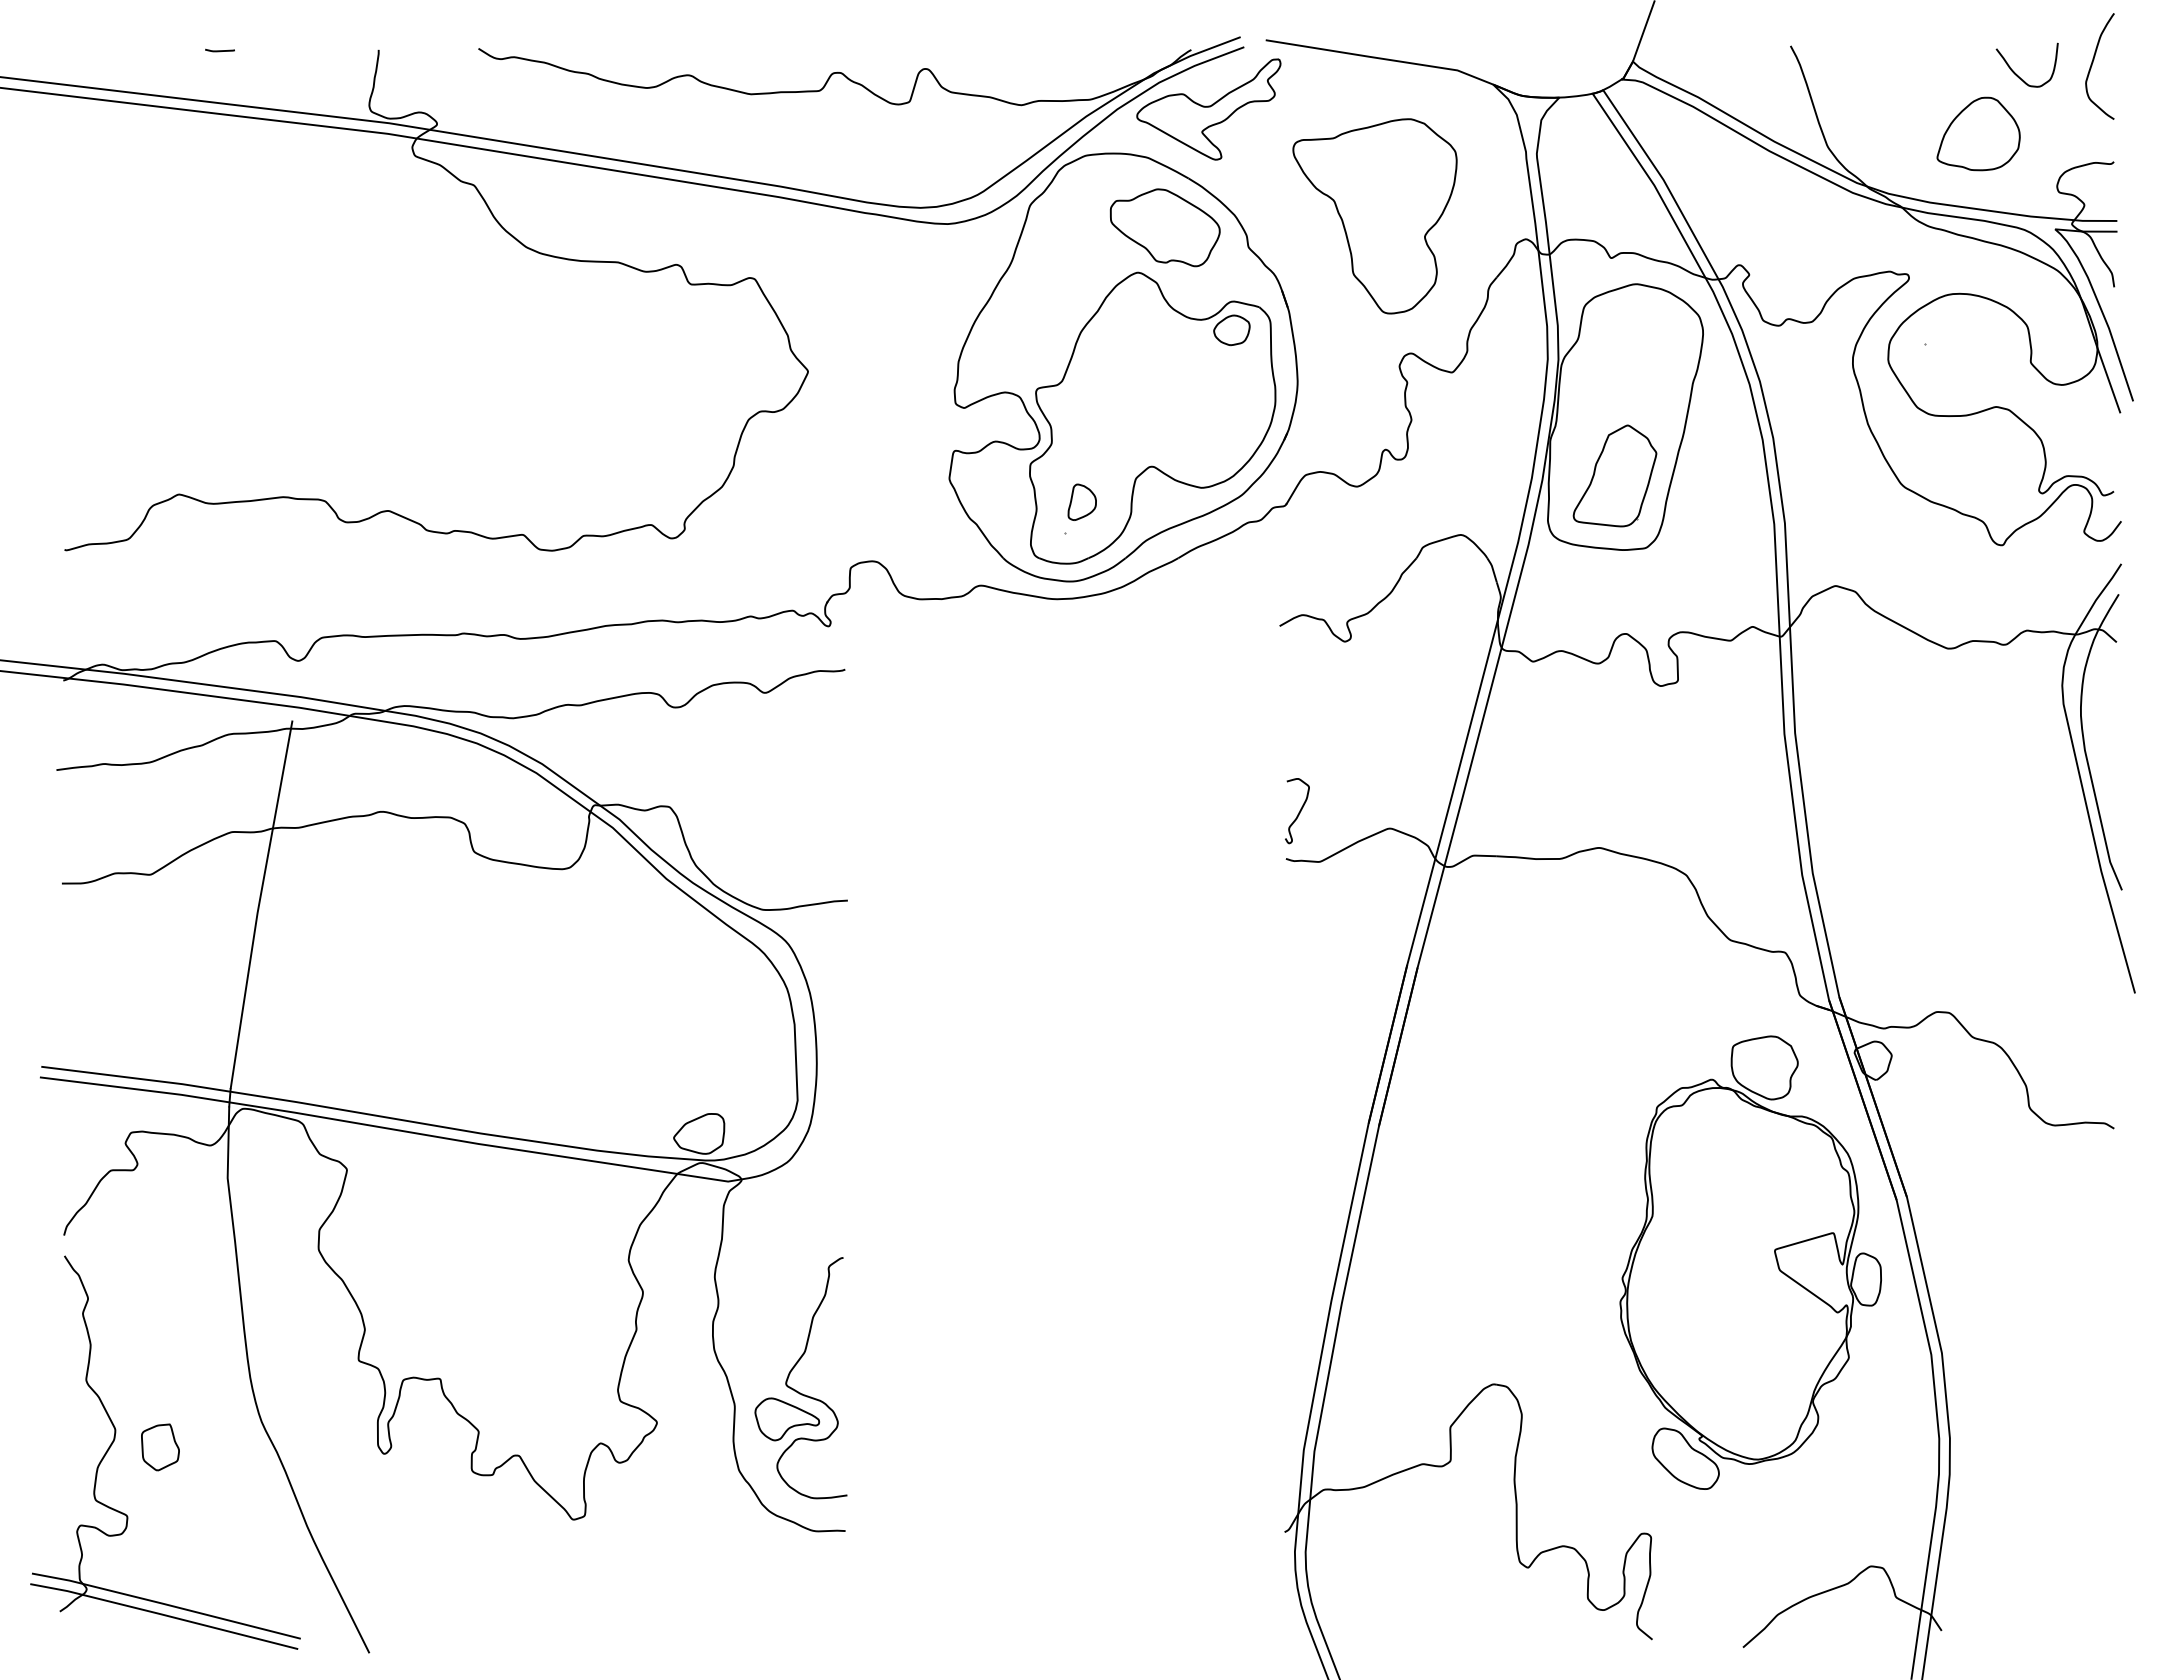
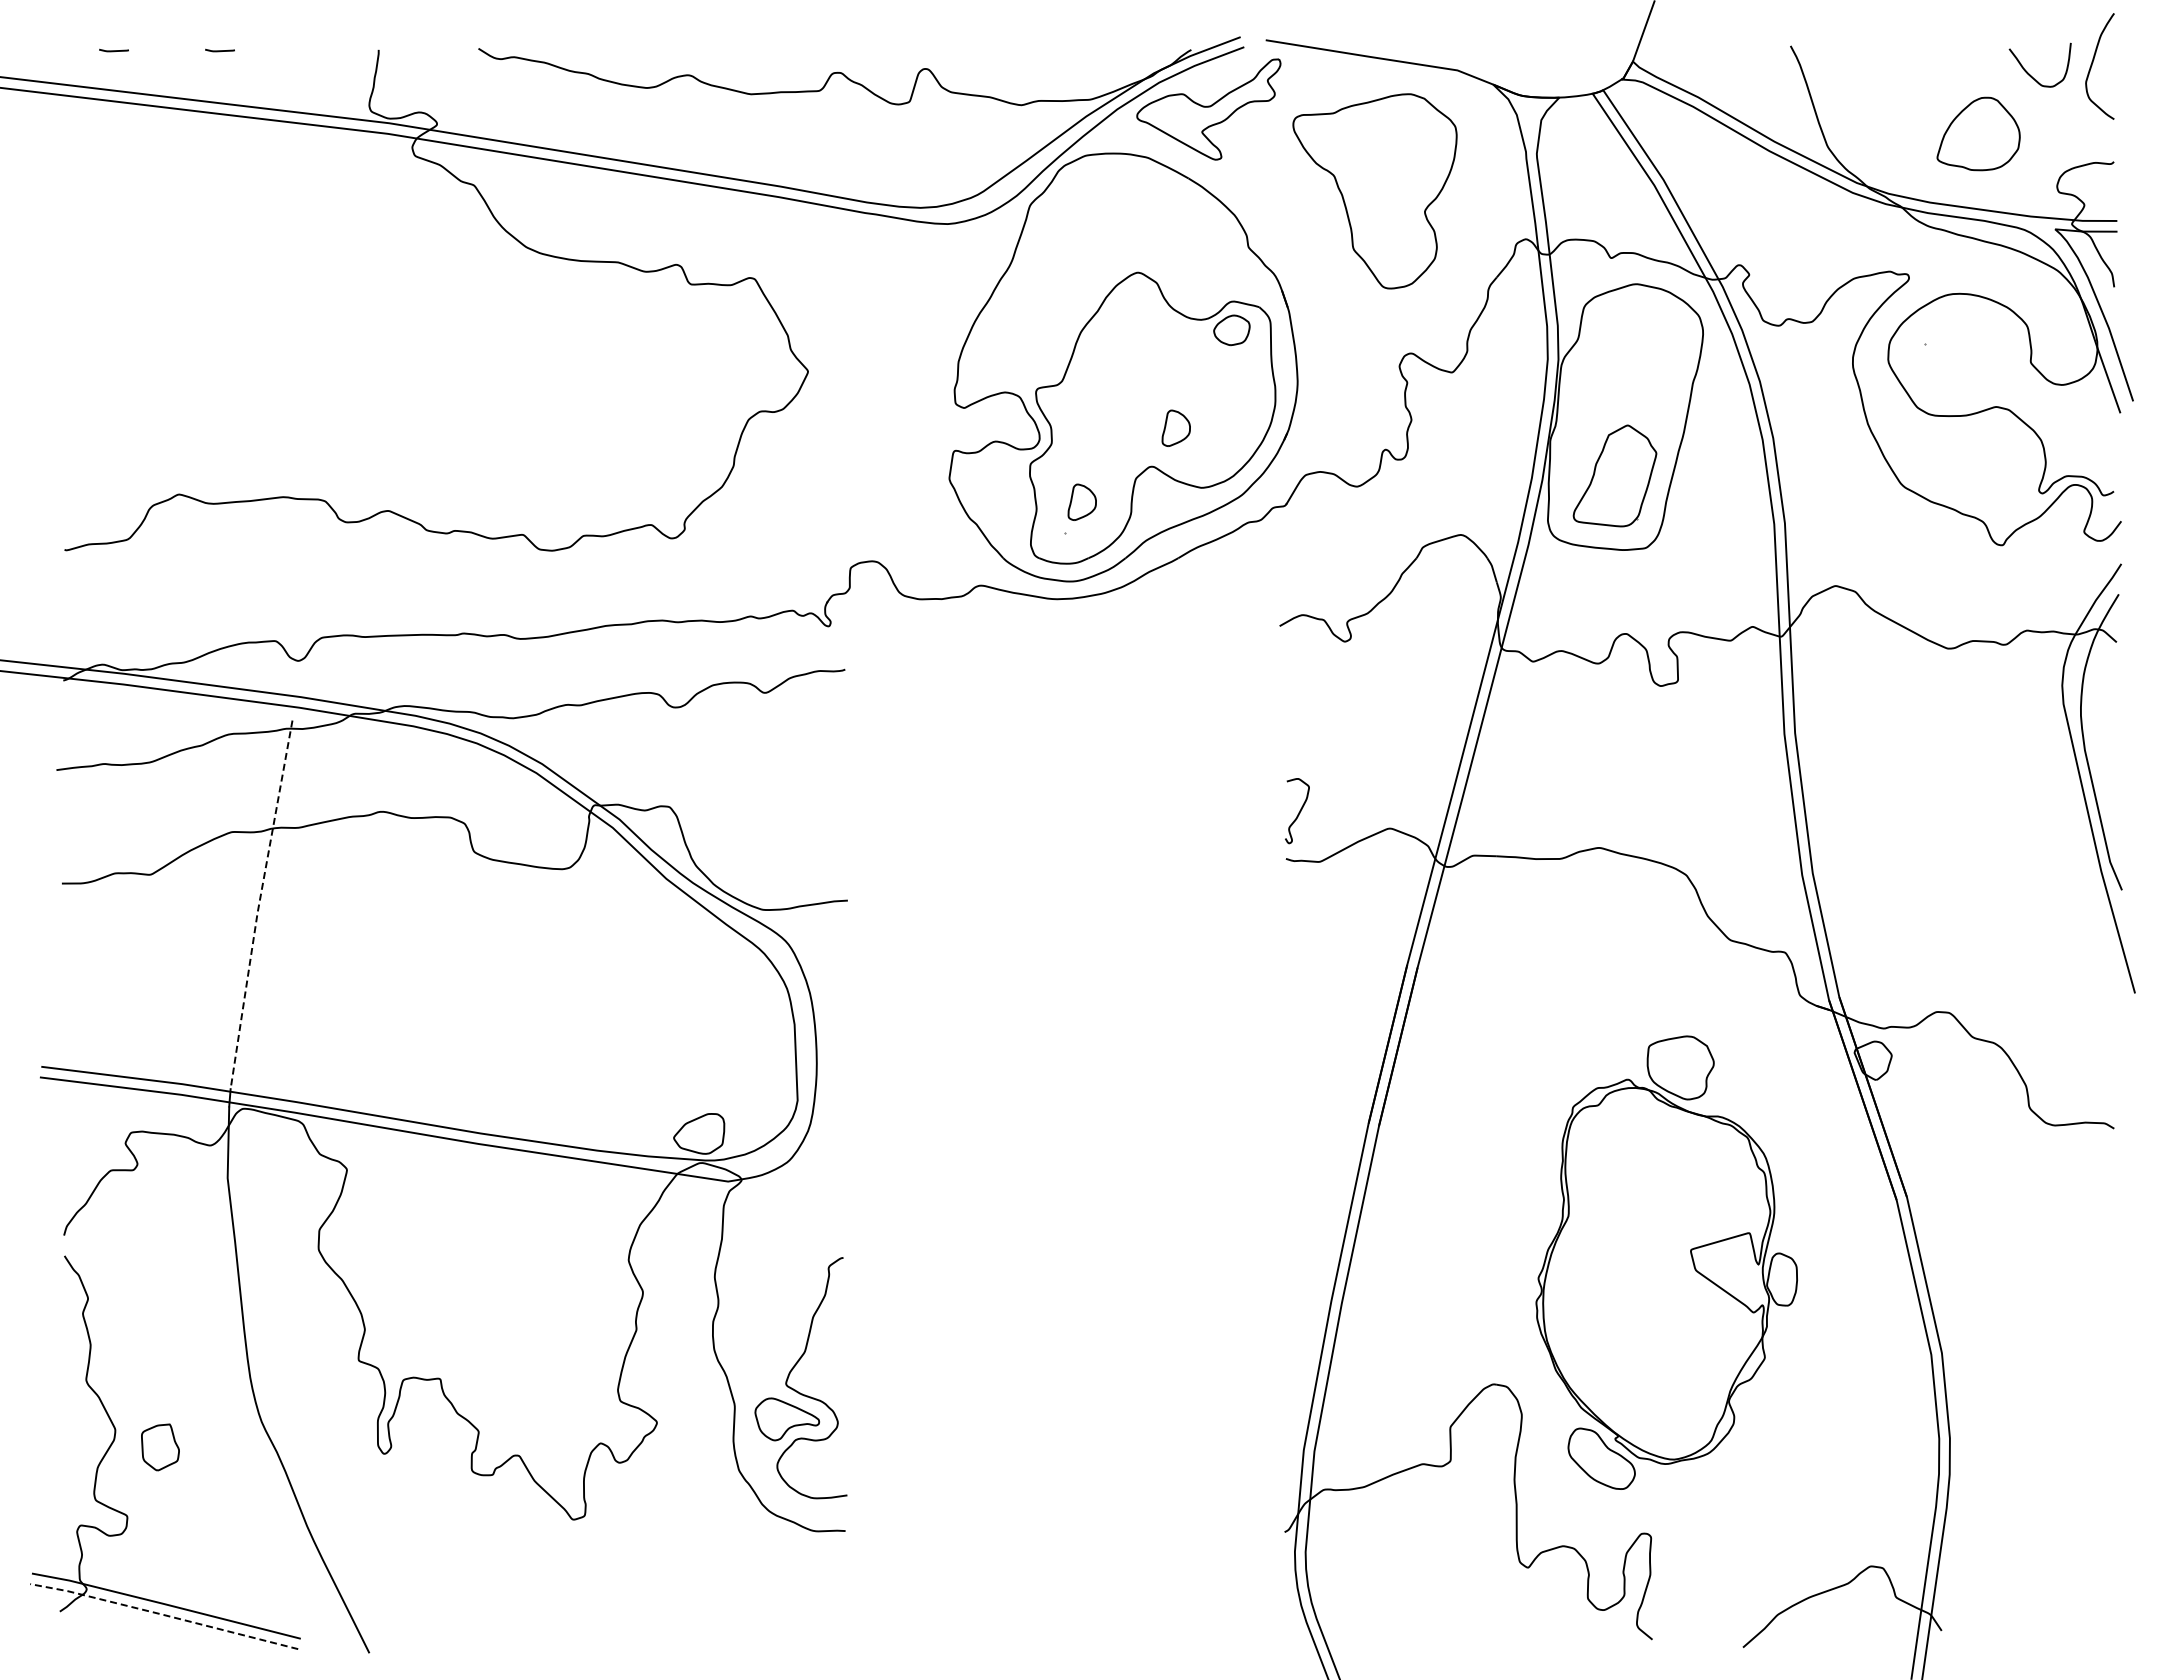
curve at (113, 50): none -> present
curve at (2016, 73) position: (2016, 73) -> (2029, 73)
part at (1374, 216) position: (1374, 216) -> (1374, 191)
part at (1164, 227): present -> none
part at (1175, 427): none -> present
line at (259, 905): solid -> dashed
part at (1750, 1262) position: (1750, 1262) -> (1666, 1262)
line at (163, 1614): solid -> dashed
